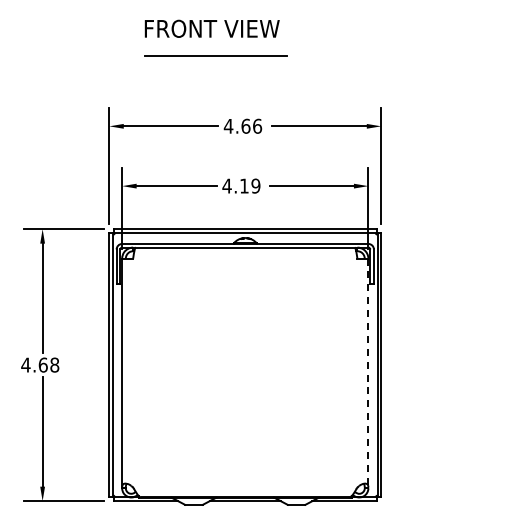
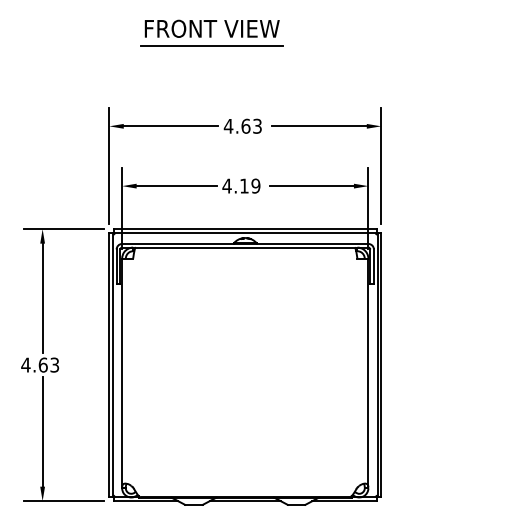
line at (215, 55) position: (215, 55) -> (211, 45)
text at (257, 125): 4.66 -> 4.63
text at (54, 364): 4.68 -> 4.63
line at (368, 373): dashed -> solid
